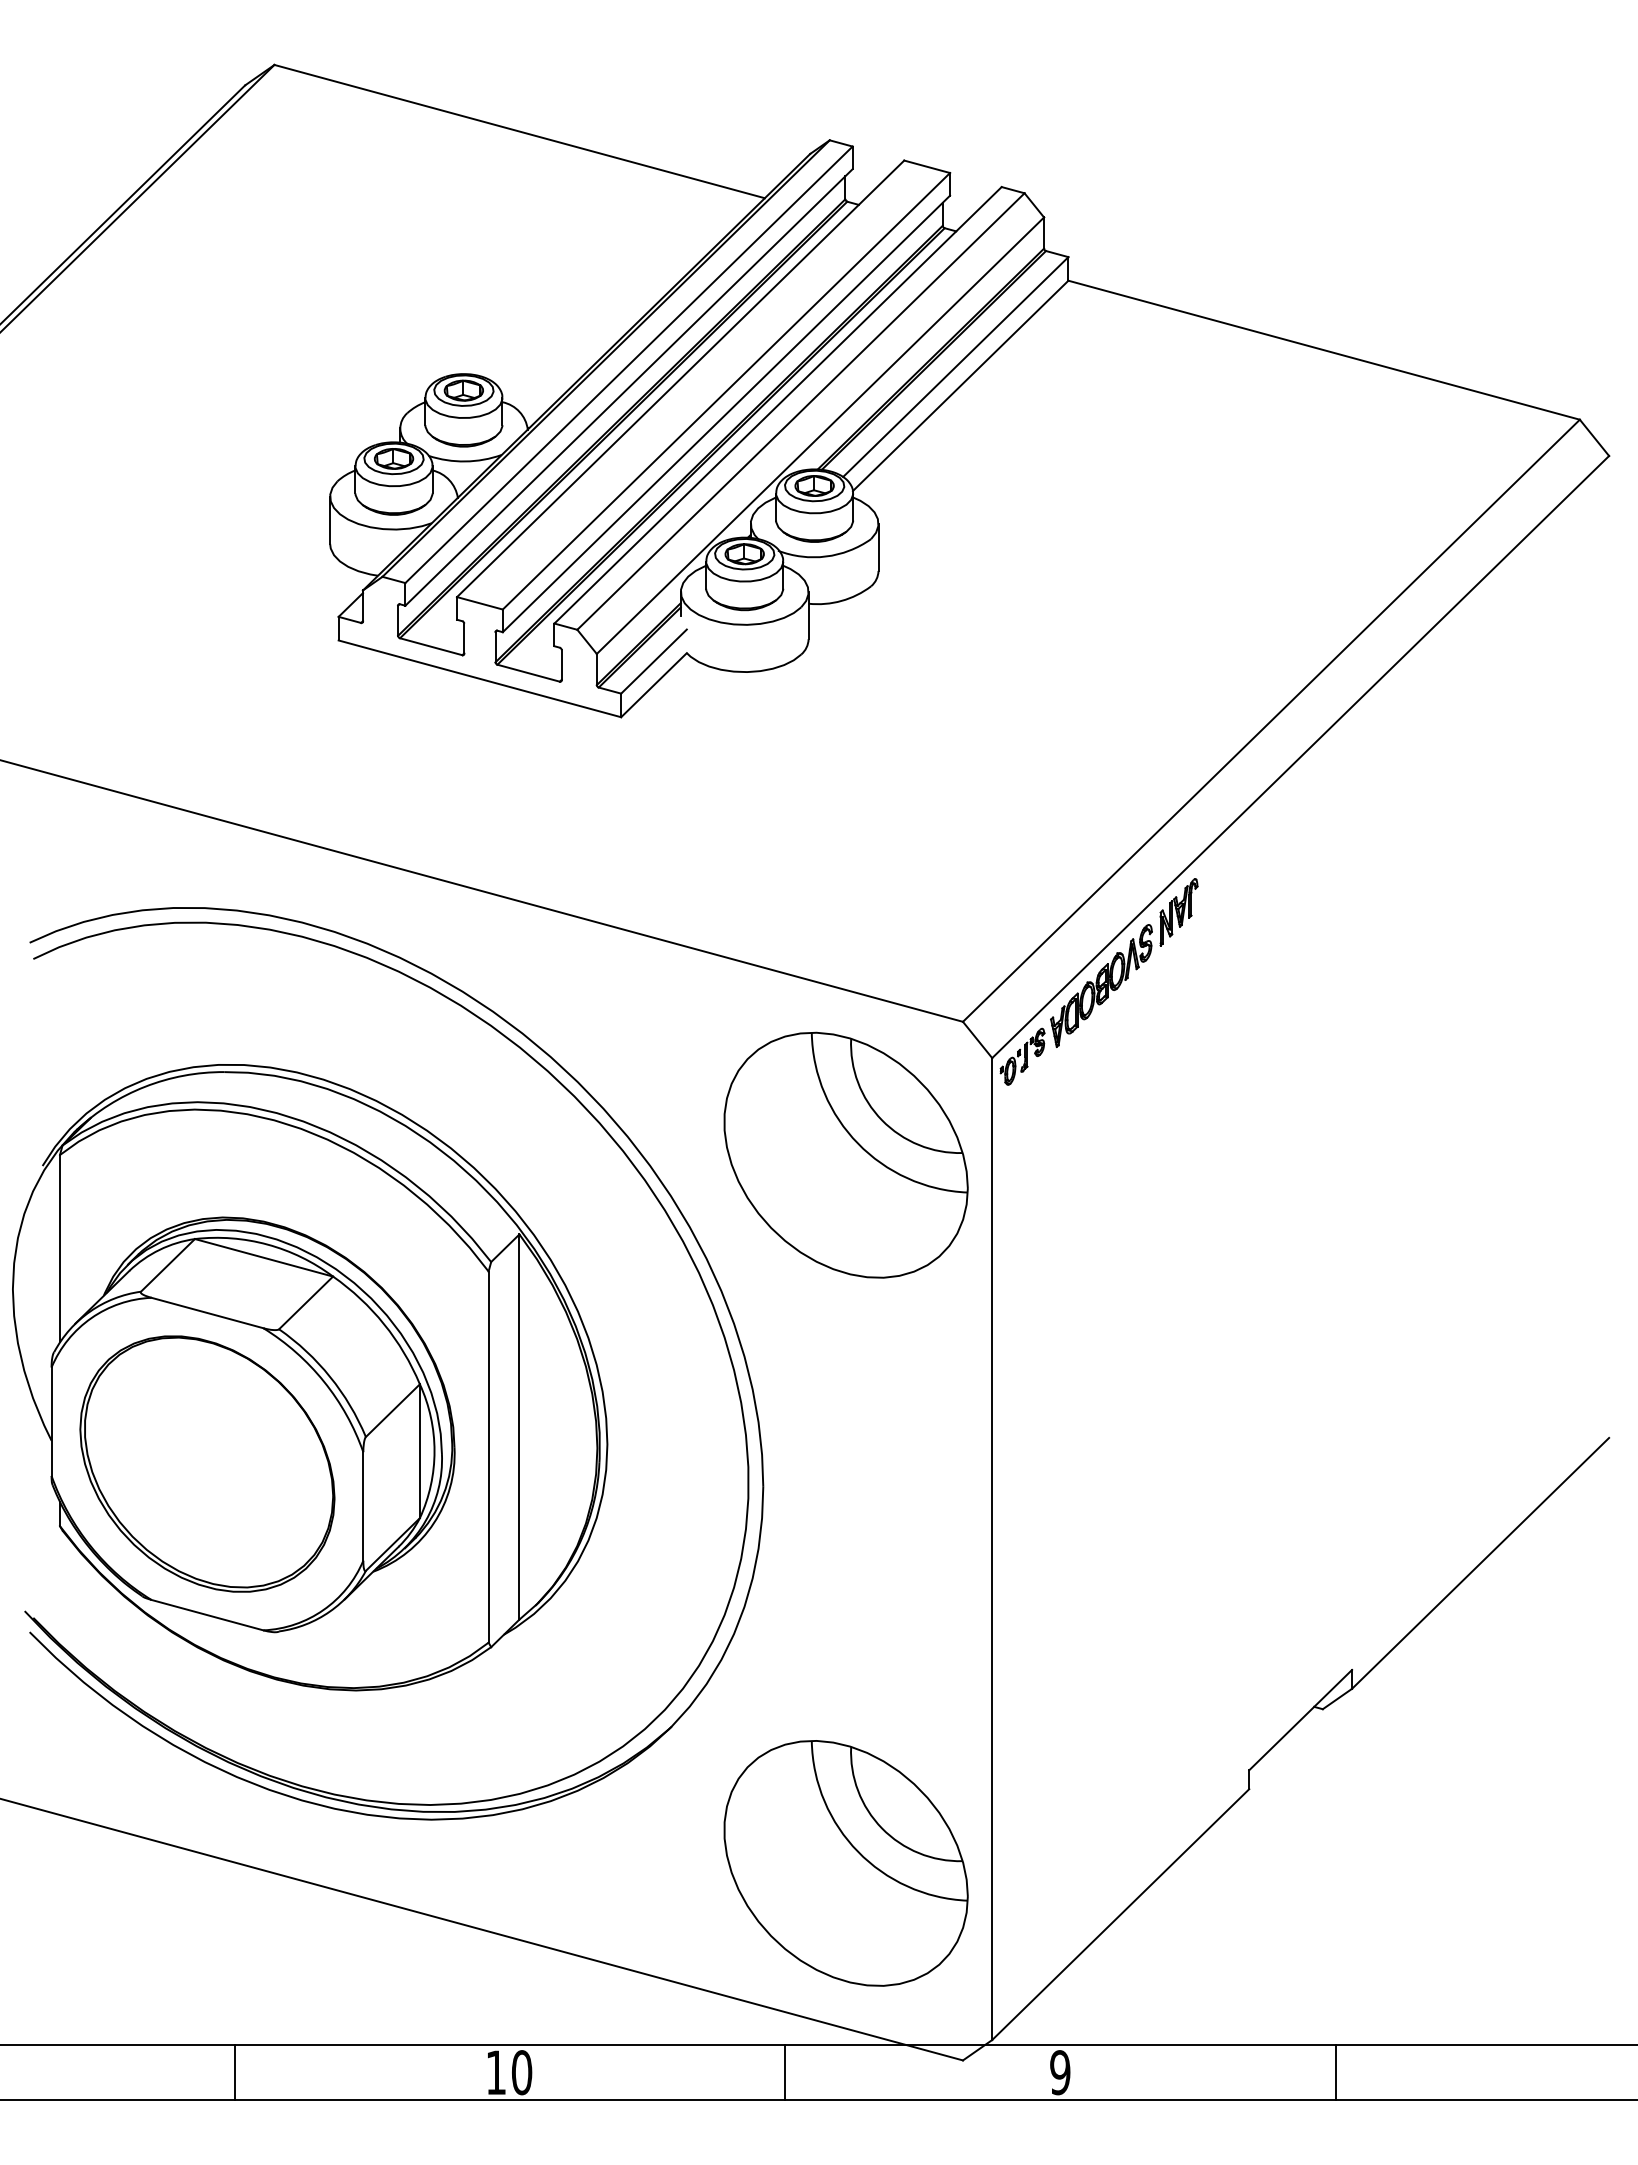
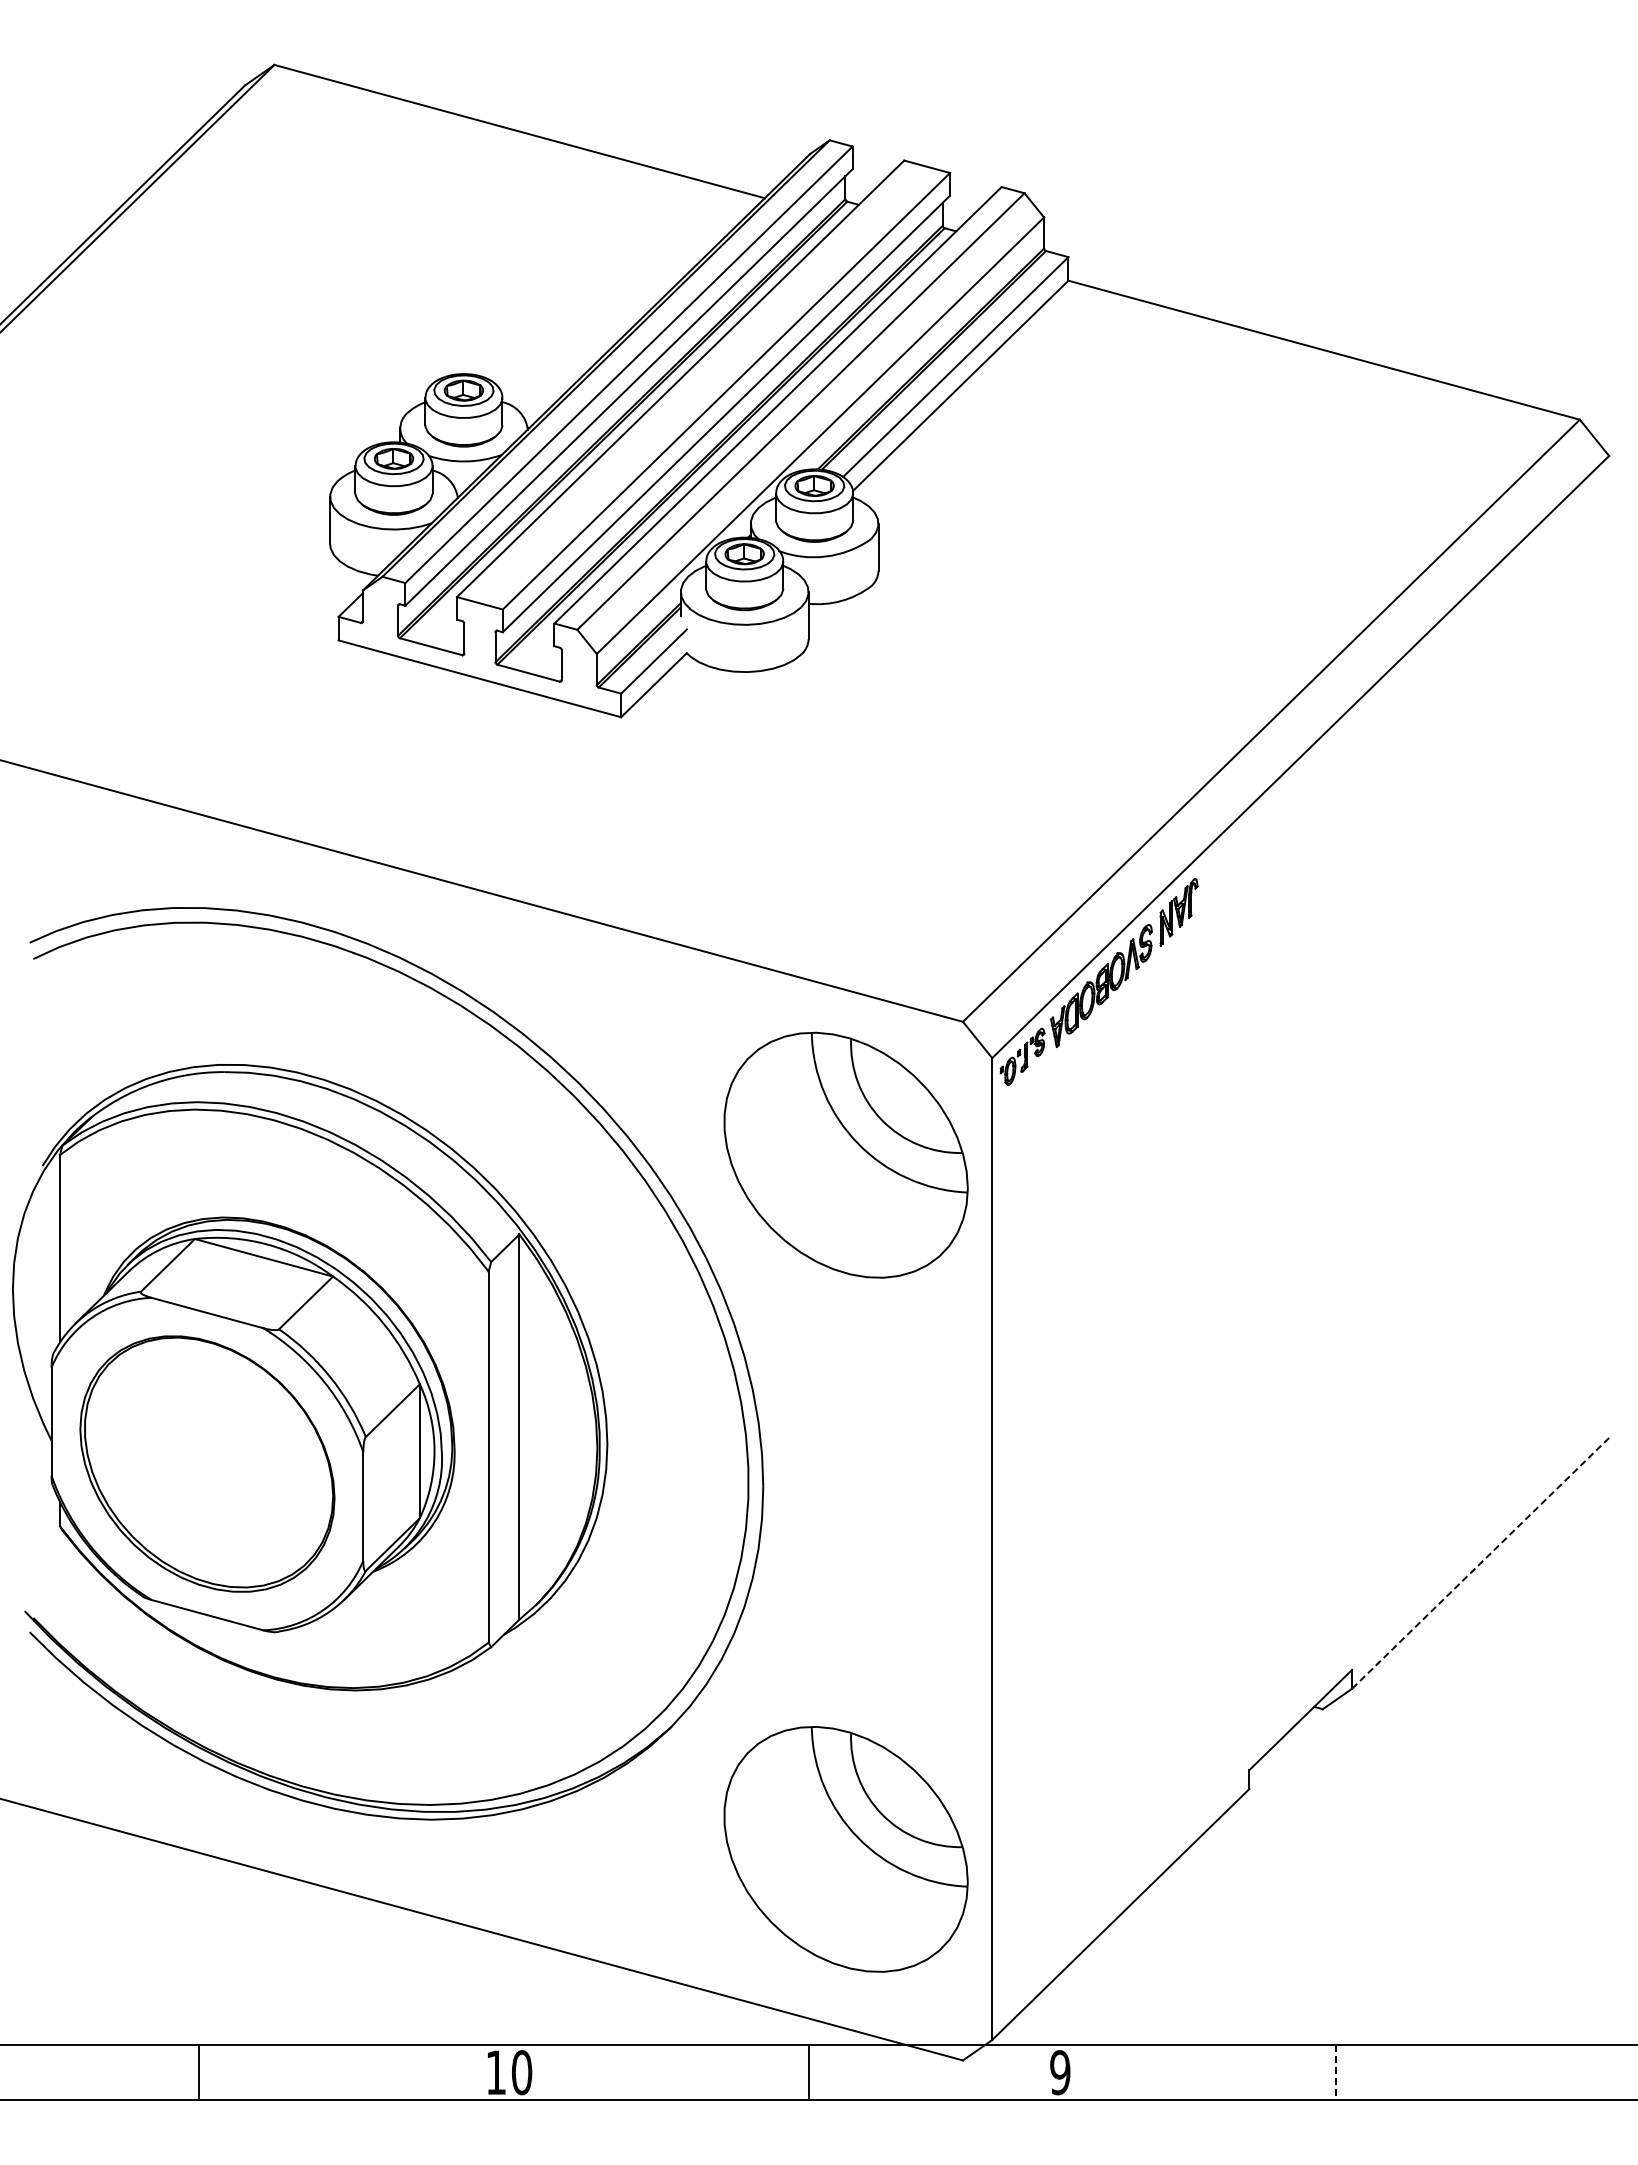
line at (1480, 1563): solid -> dashed
part at (845, 1863) position: (845, 1863) -> (845, 1849)
line at (234, 2072) position: (234, 2072) -> (198, 2072)
line at (785, 2072) position: (785, 2072) -> (809, 2072)
line at (1336, 2072): solid -> dashed
